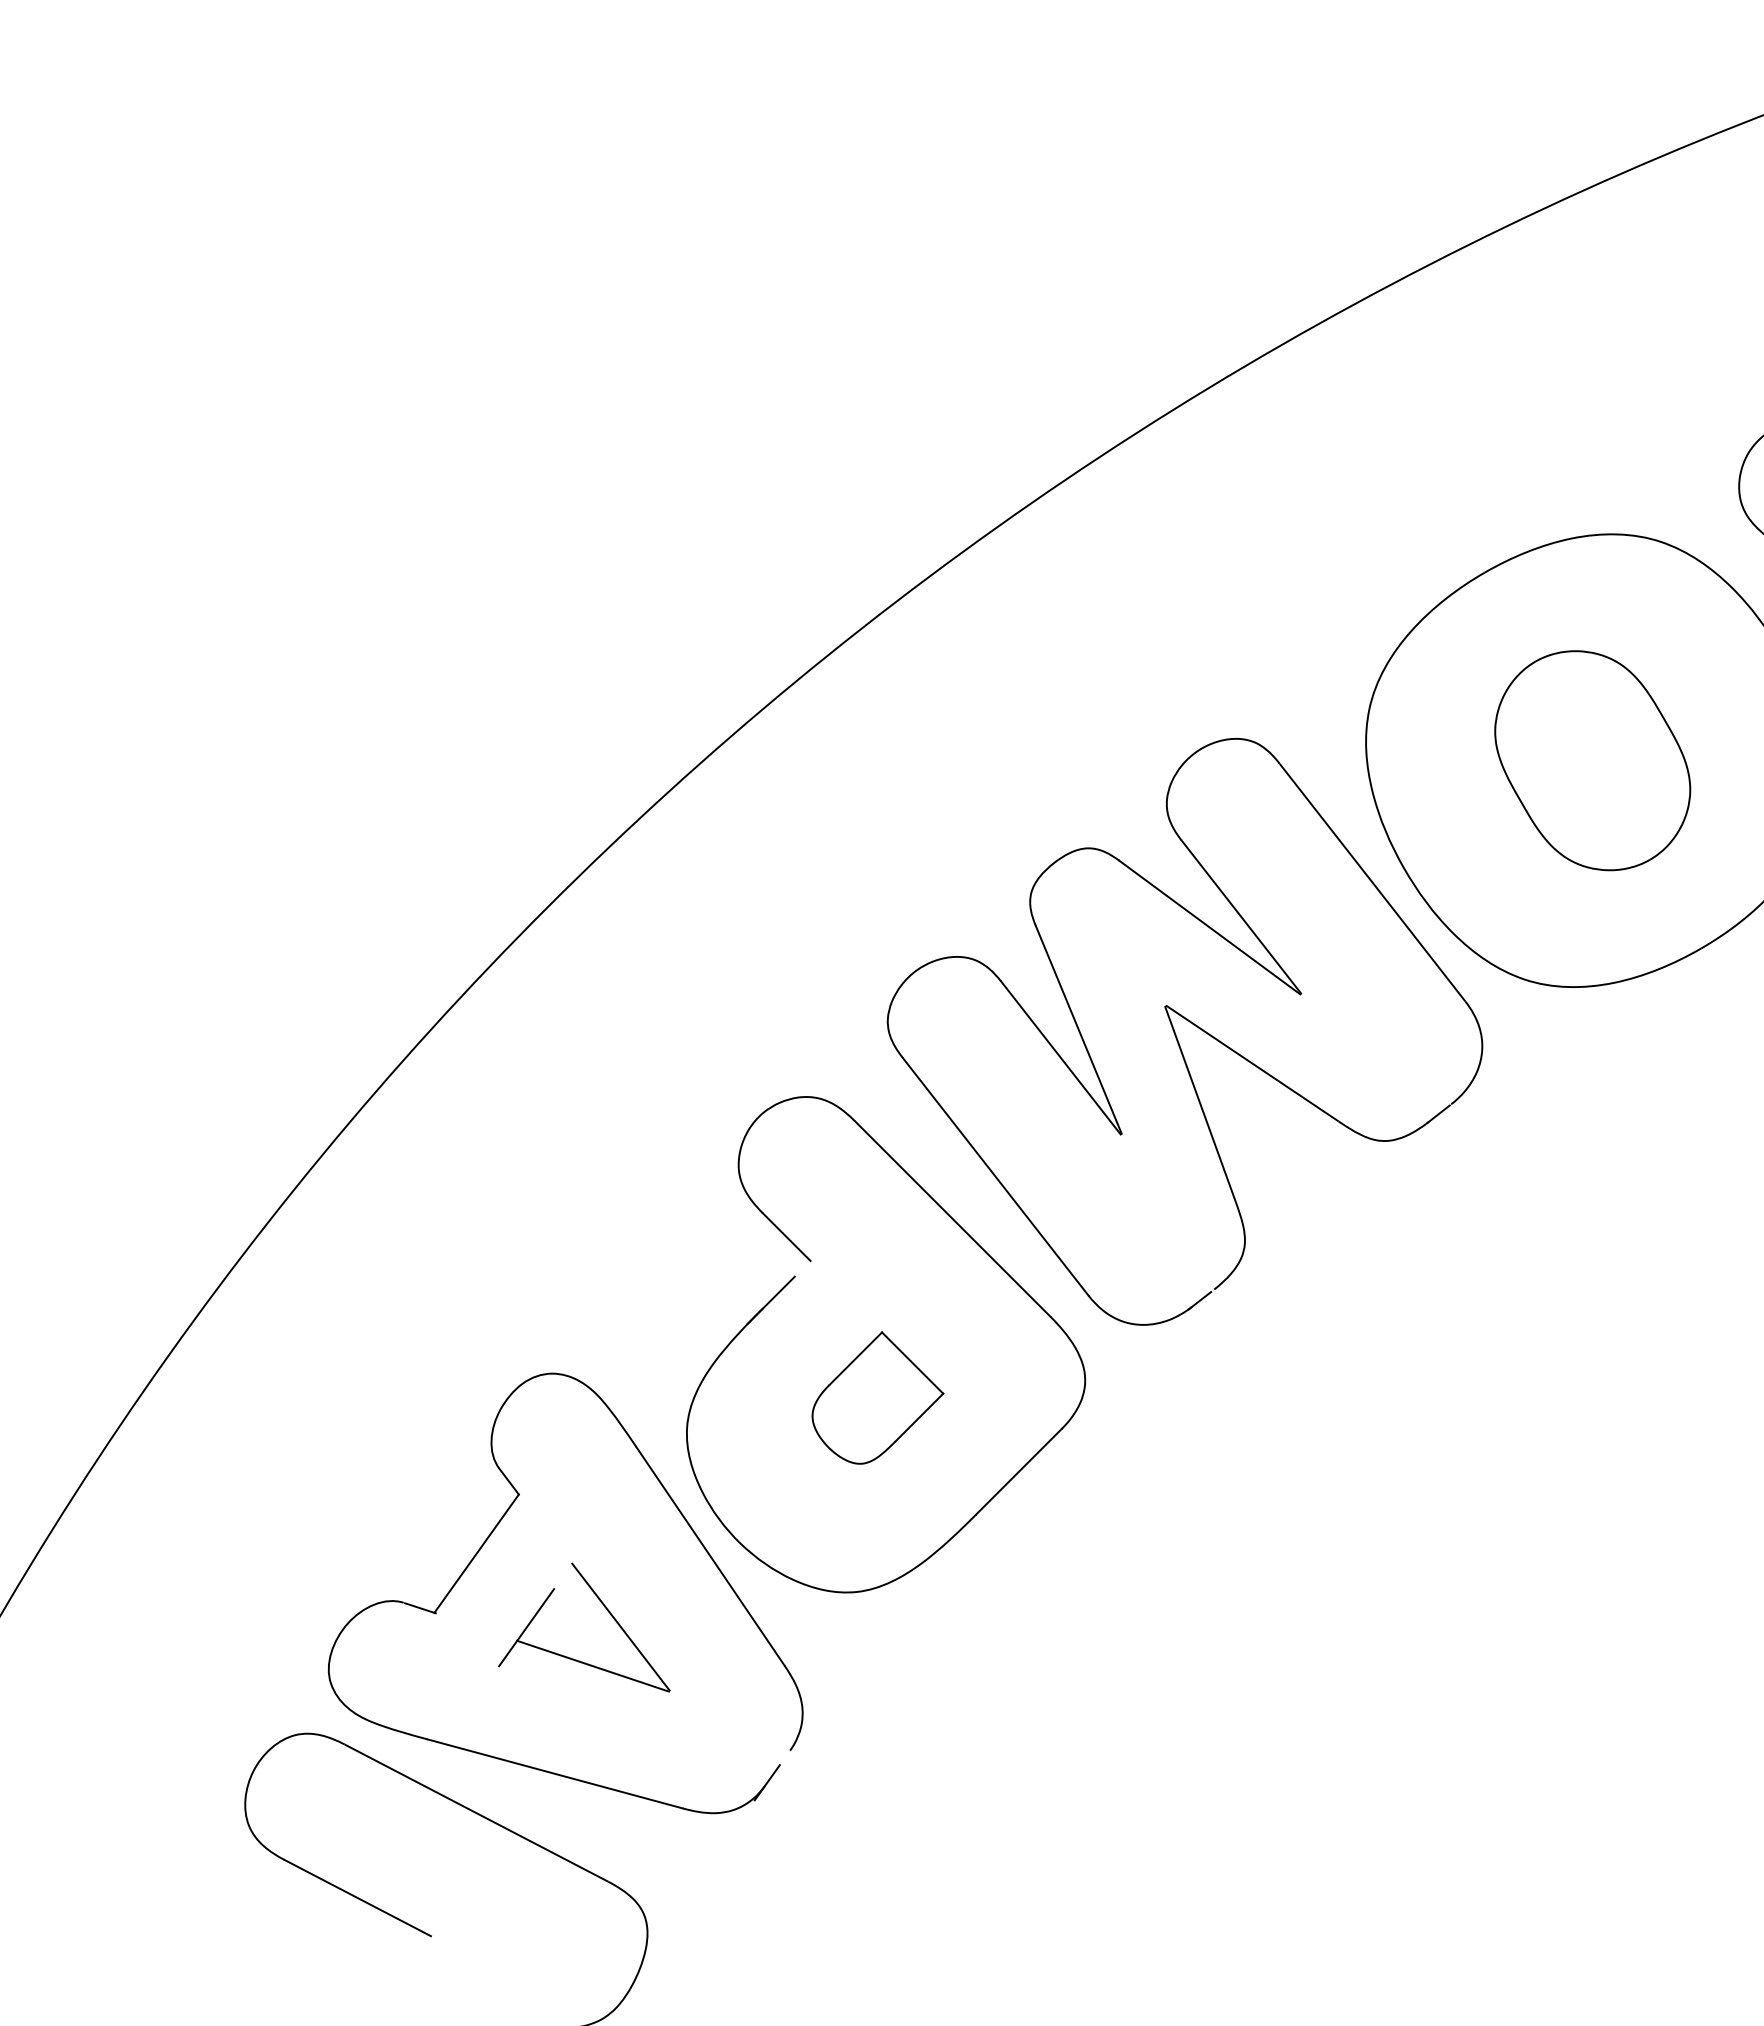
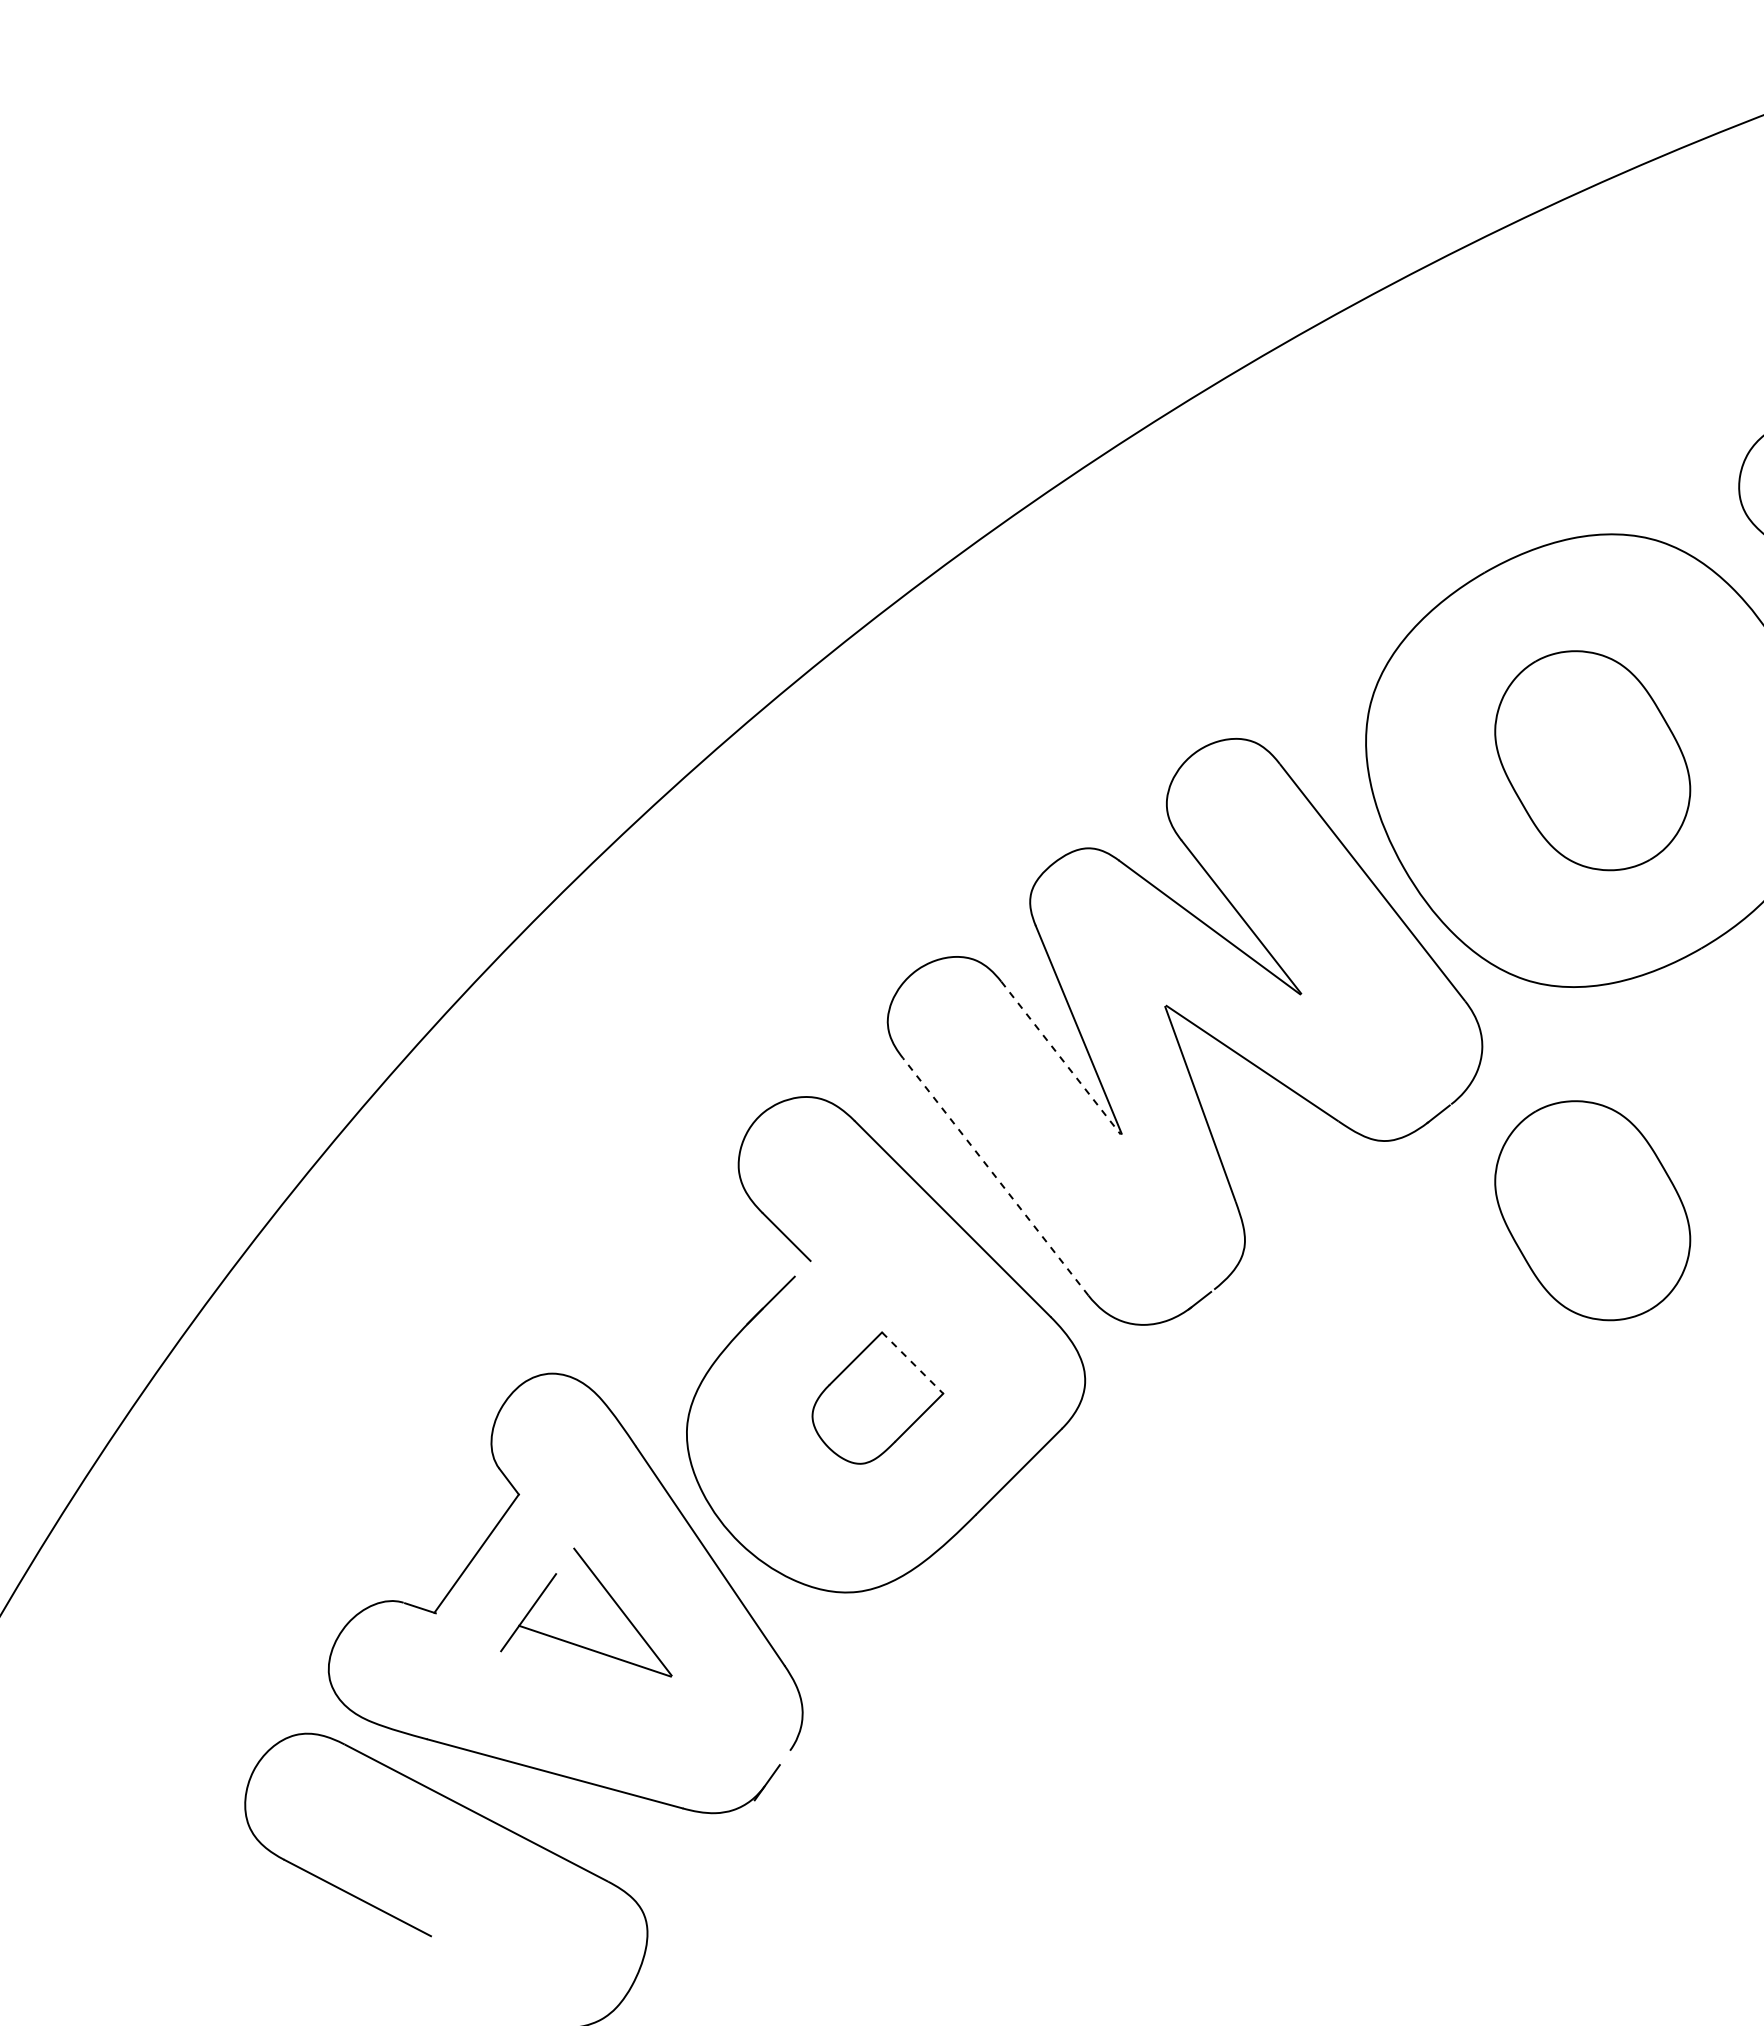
line at (1060, 1058): solid -> dashed
line at (995, 1176): solid -> dashed
part at (1592, 1210): none -> present
line at (913, 1363): solid -> dashed
part at (607, 1611) position: (607, 1611) -> (609, 1596)
